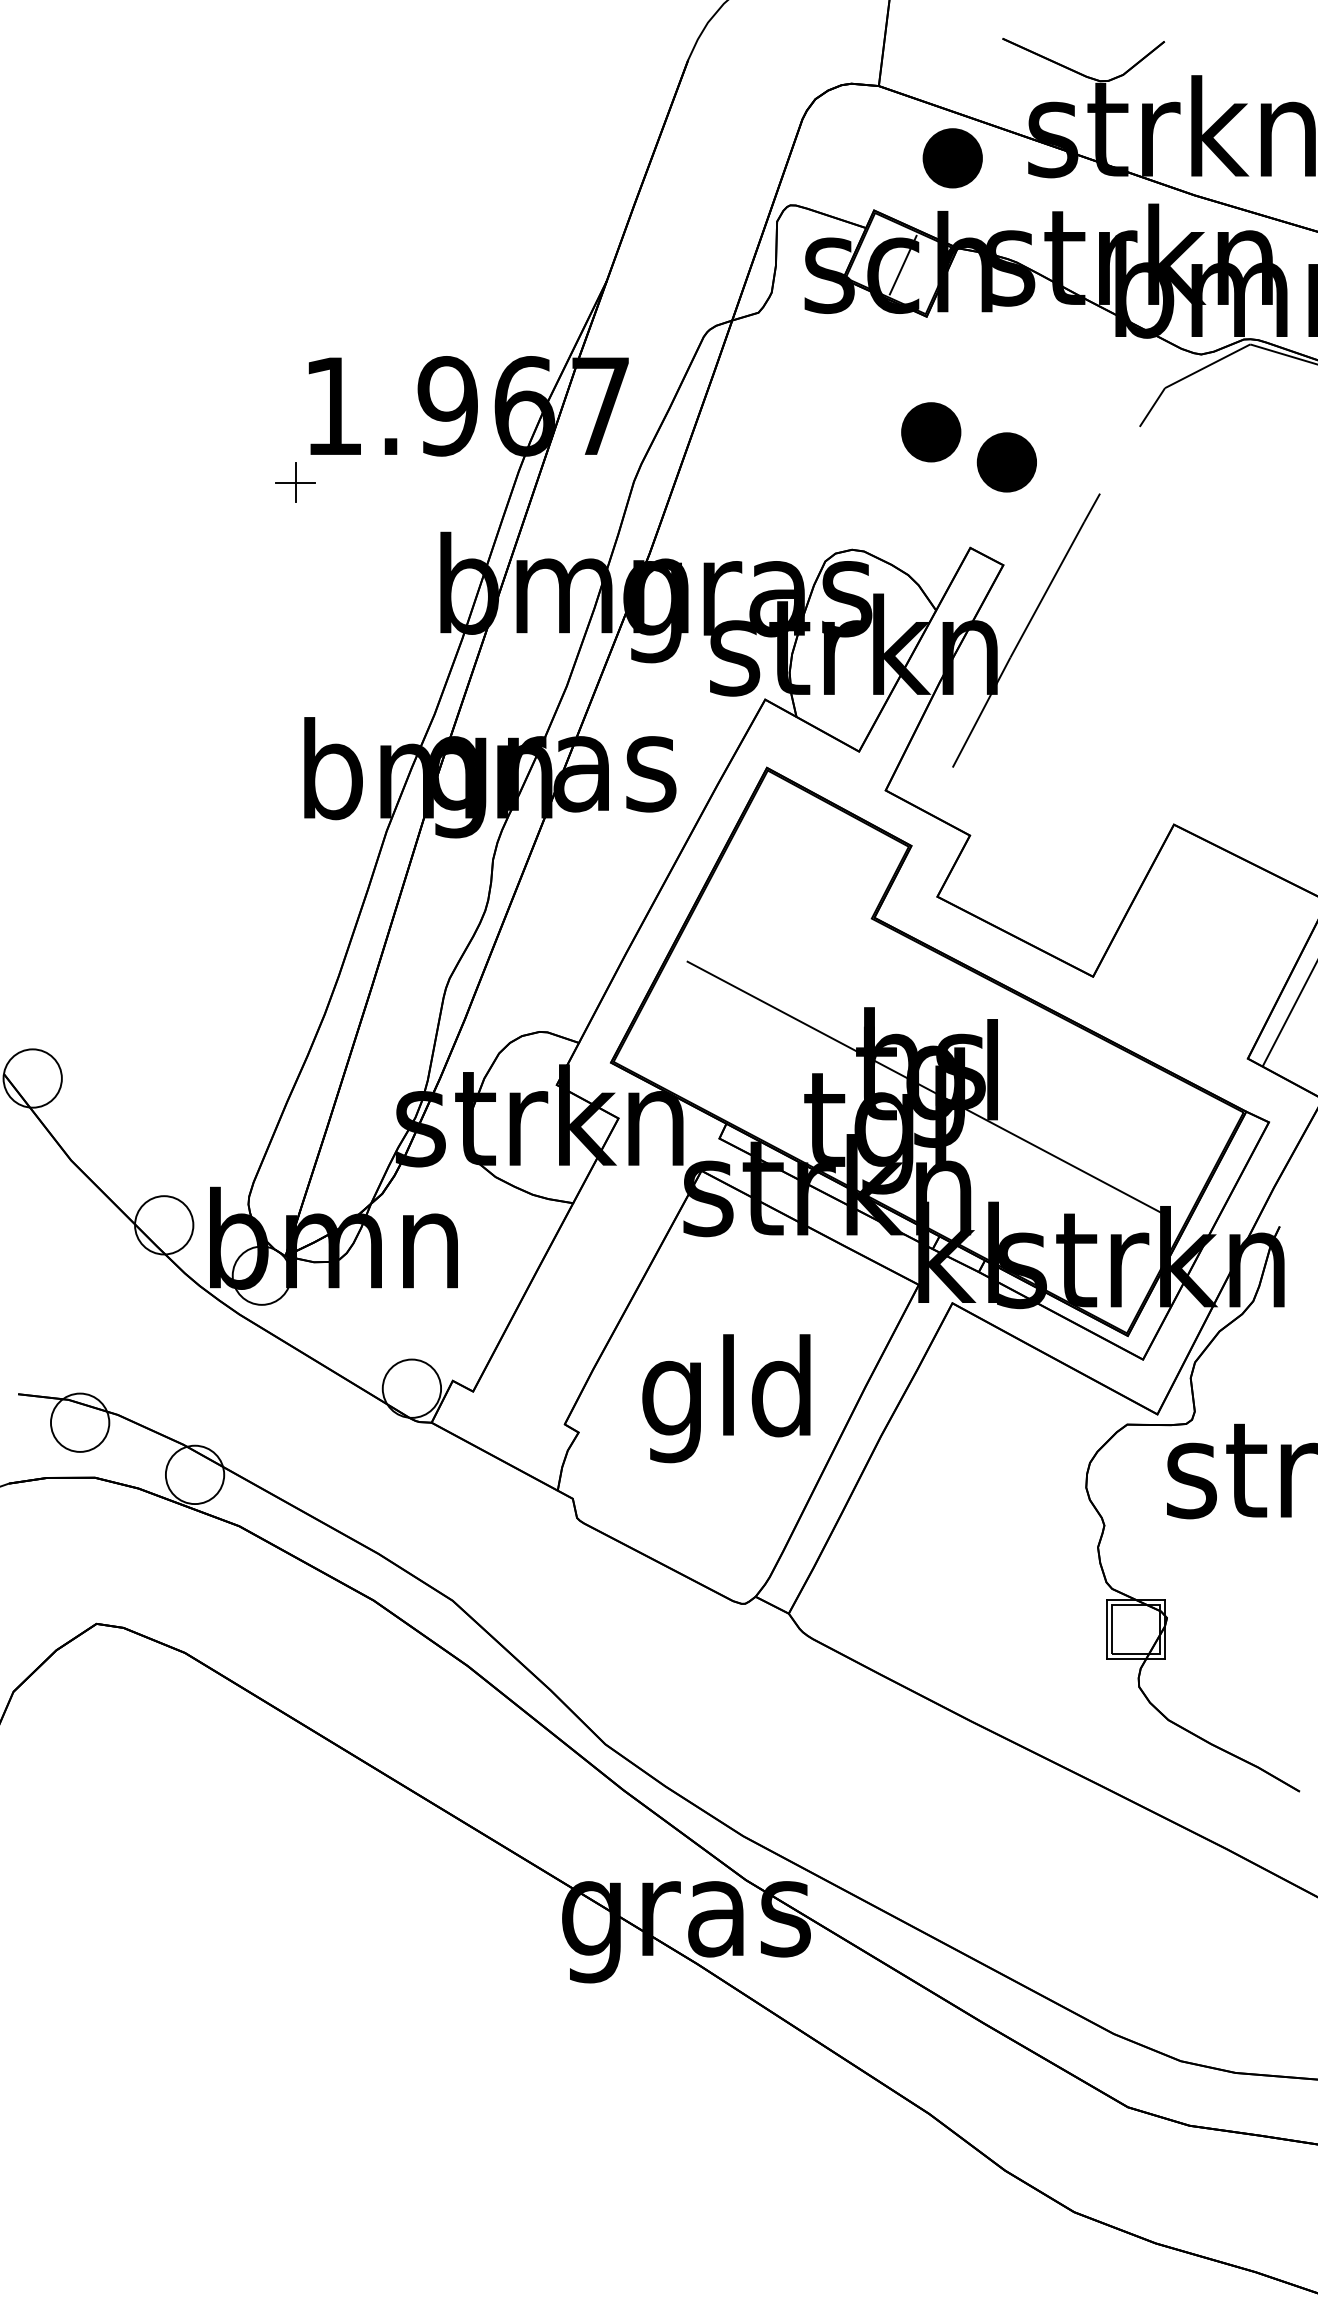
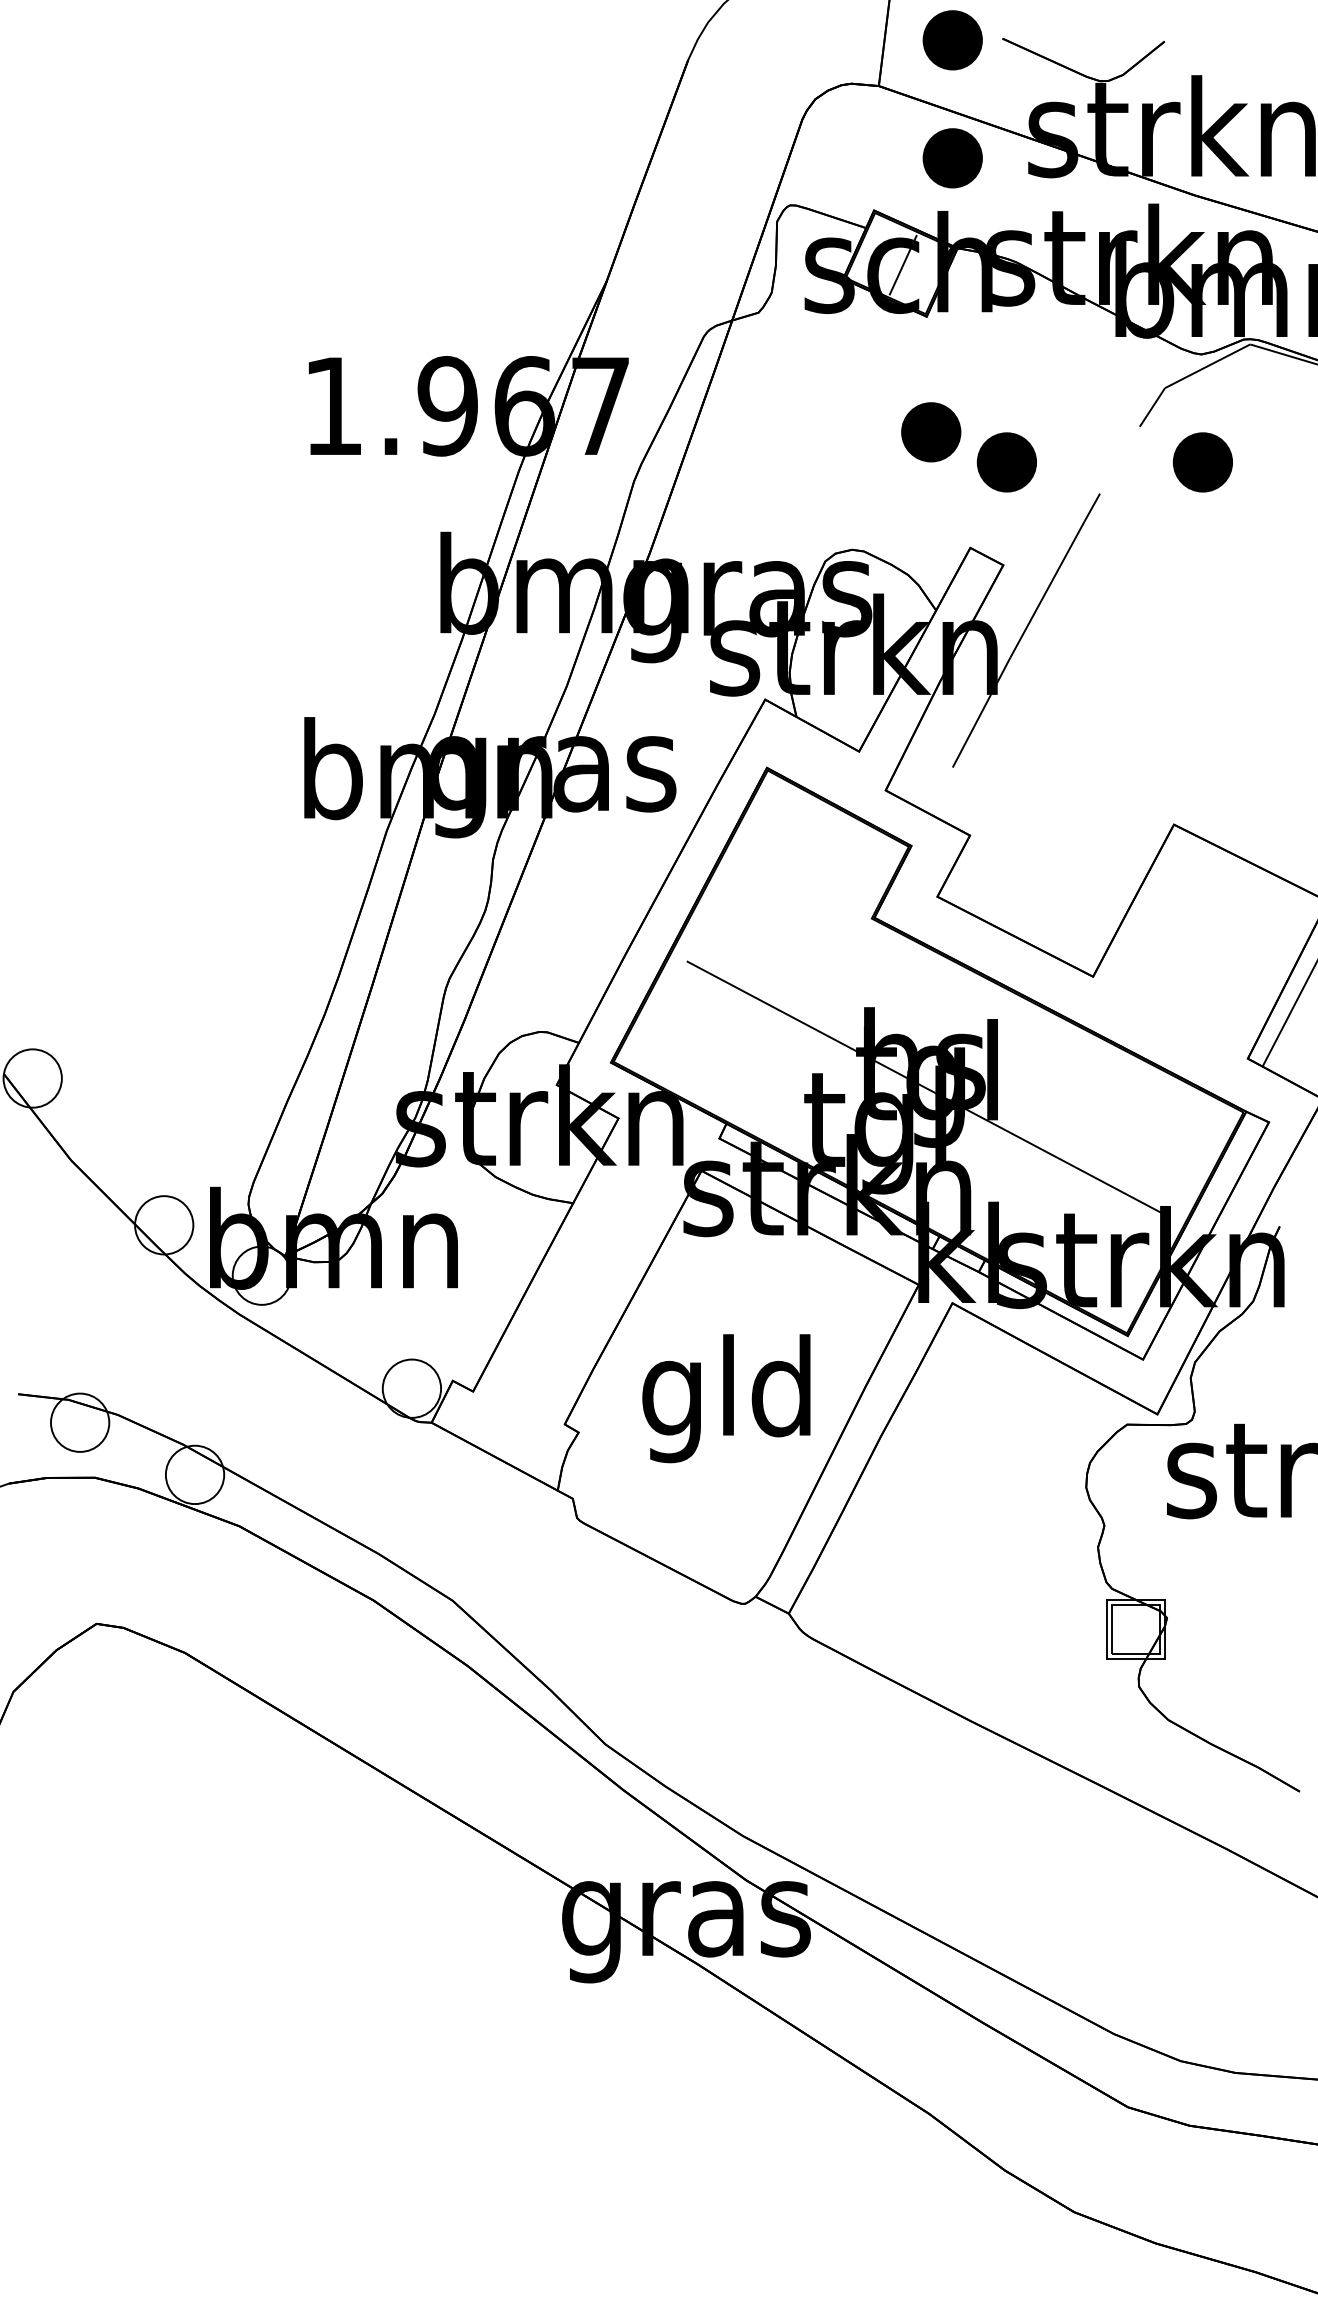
part at (952, 40): none -> present
part at (1202, 462): none -> present
part at (295, 482): present -> none
